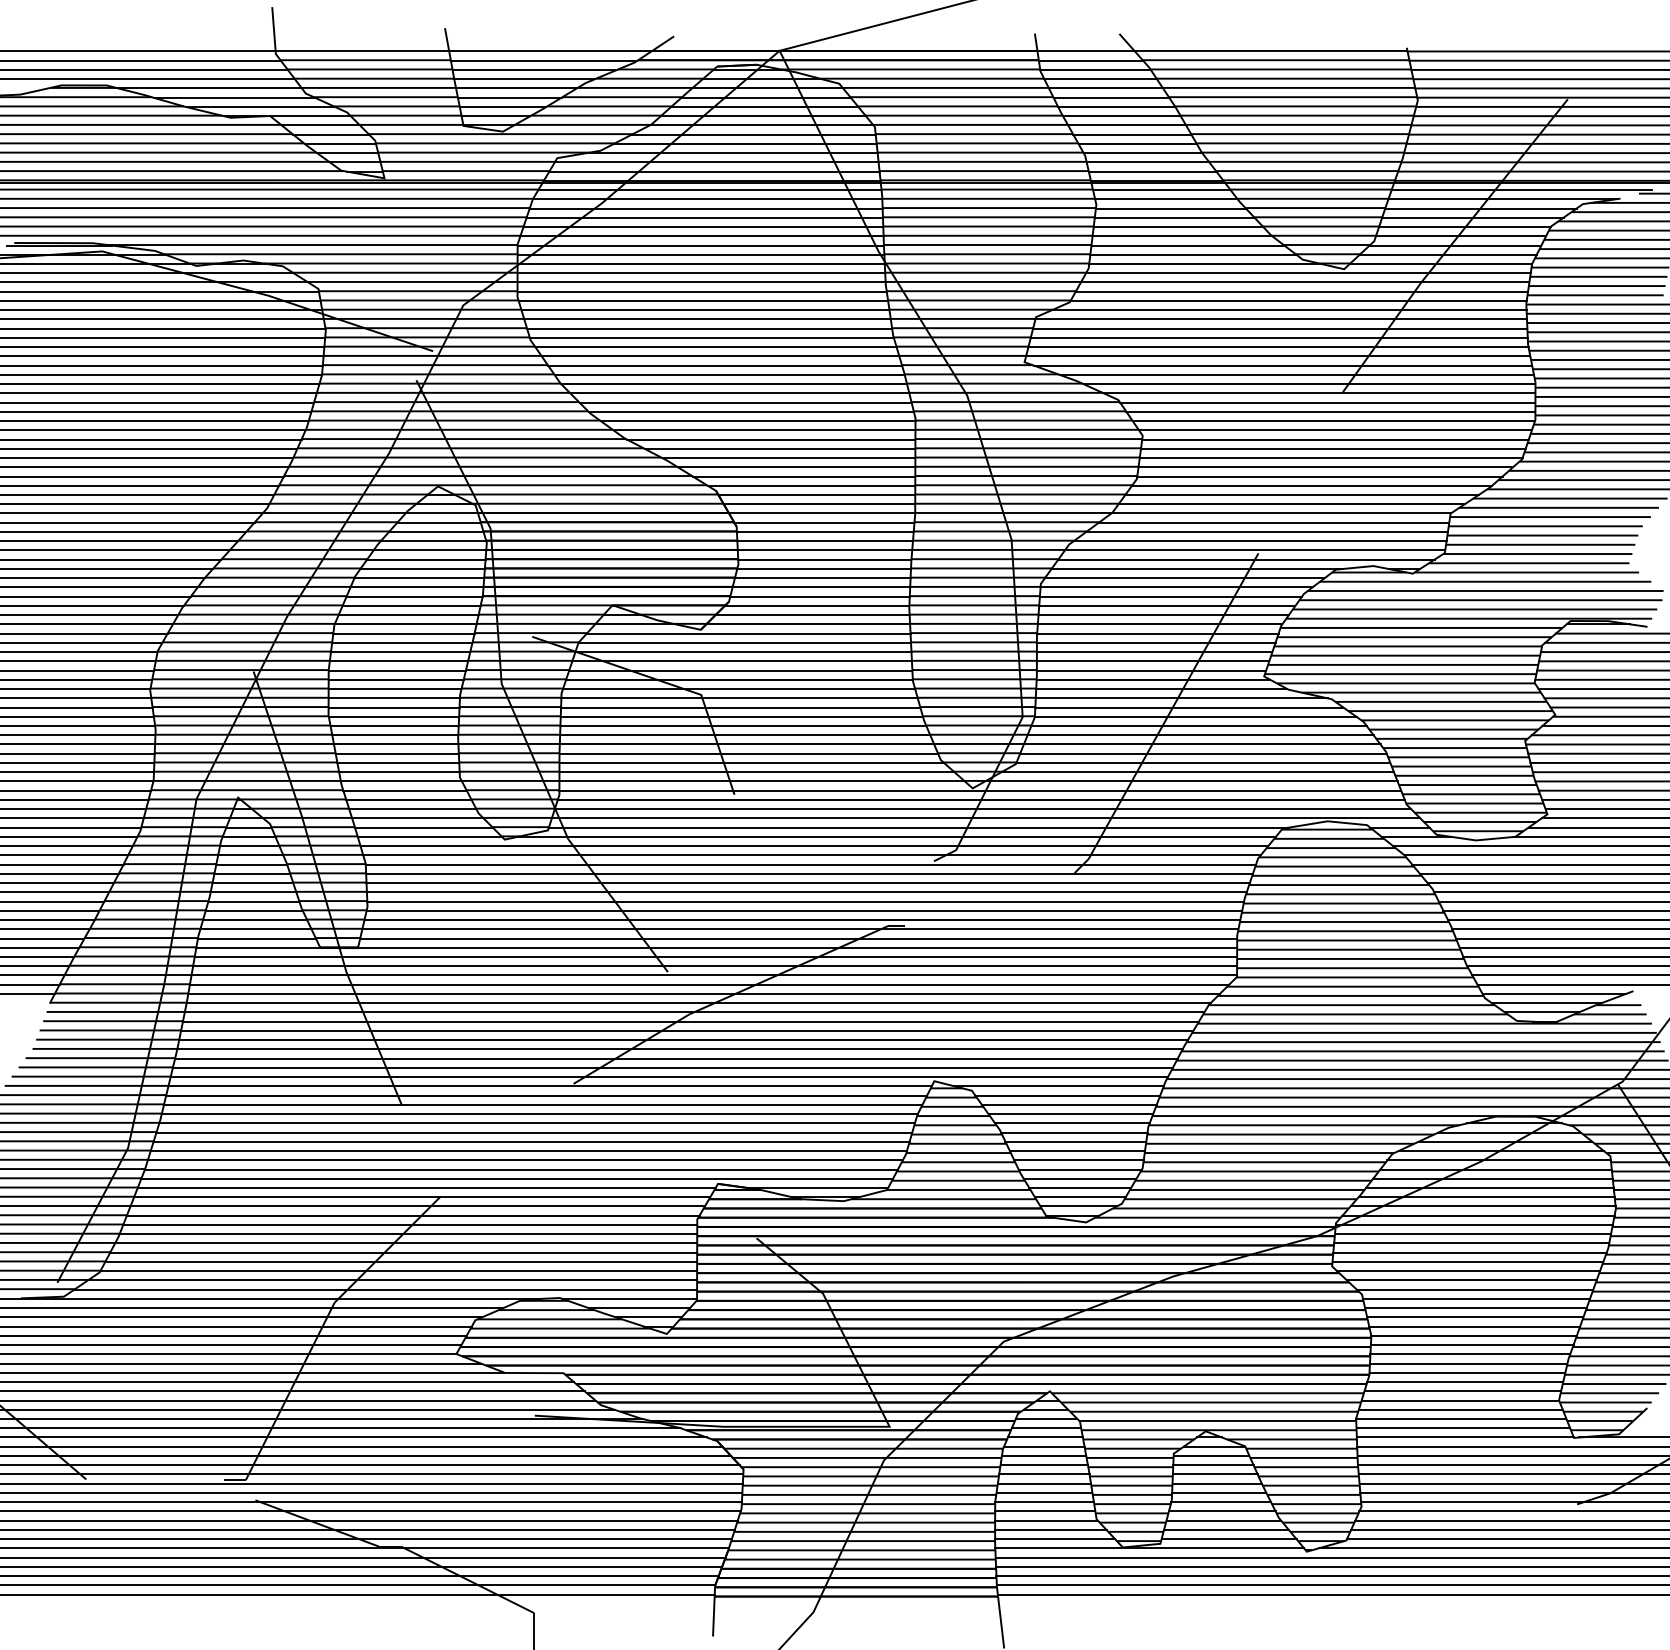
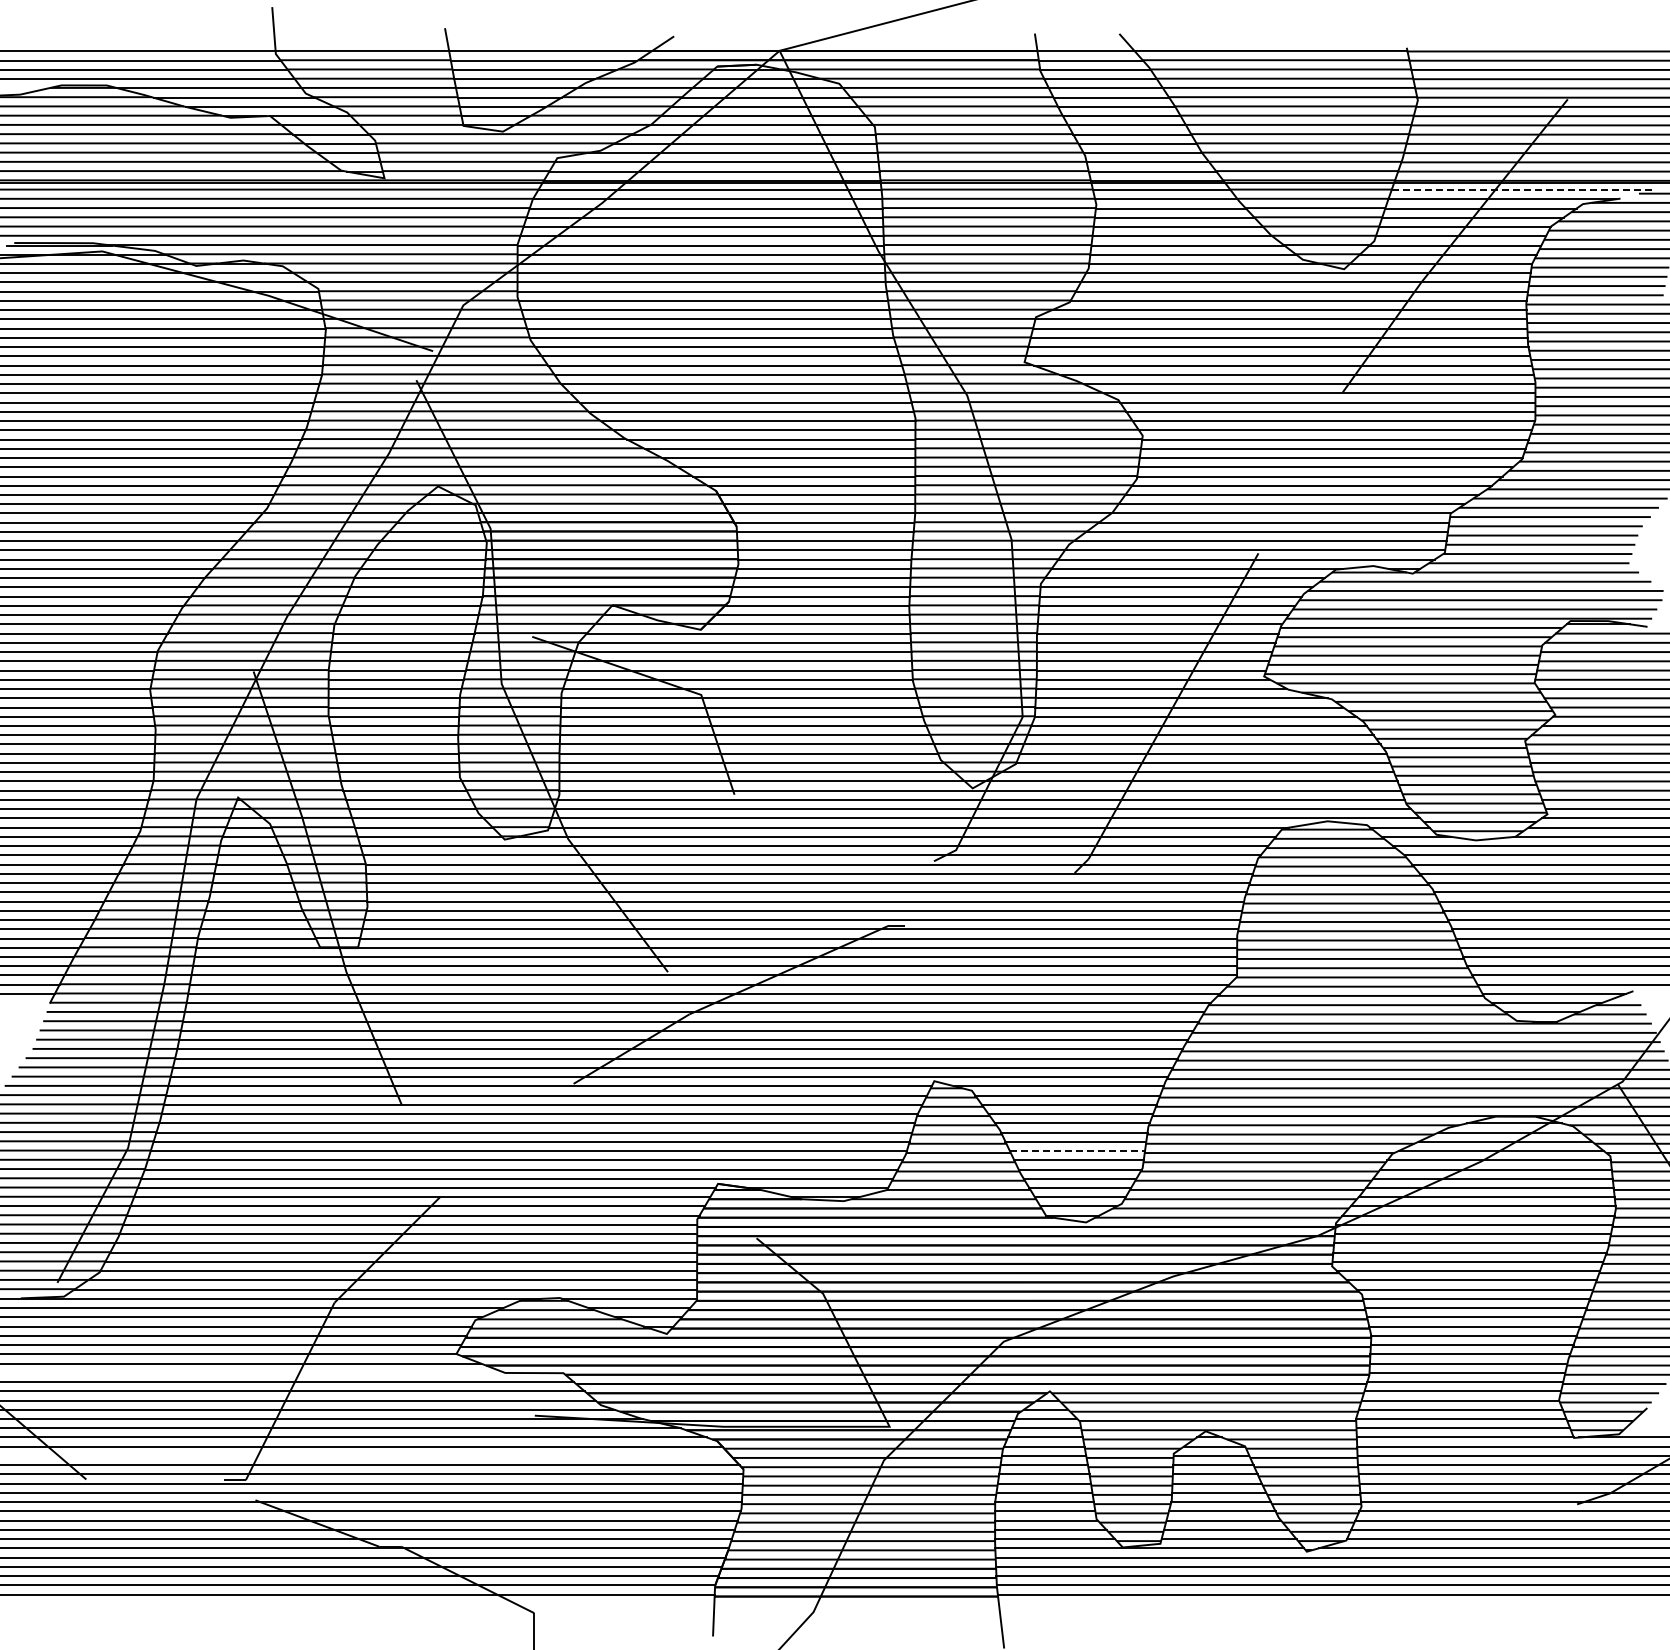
line at (1522, 190): solid -> dashed
line at (1077, 1151): solid -> dashed
line at (253, 1372): present -> none
line at (366, 1455): present -> none
